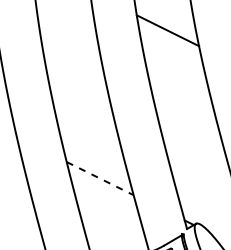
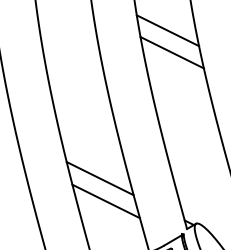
line at (171, 52): none -> present
line at (100, 178): dashed -> solid
line at (105, 201): none -> present
